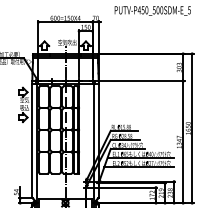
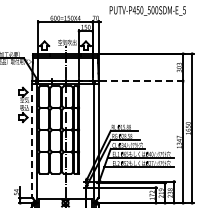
text at (152, 10) position: (152, 10) -> (147, 10)
line at (142, 81): solid -> dashed
line at (32, 141): solid -> dashed
